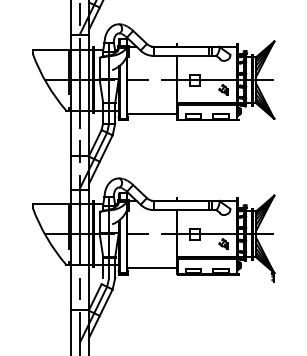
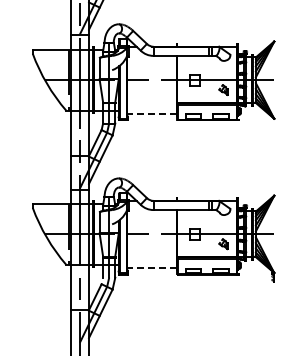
line at (152, 113): solid -> dashed
line at (152, 267): solid -> dashed
